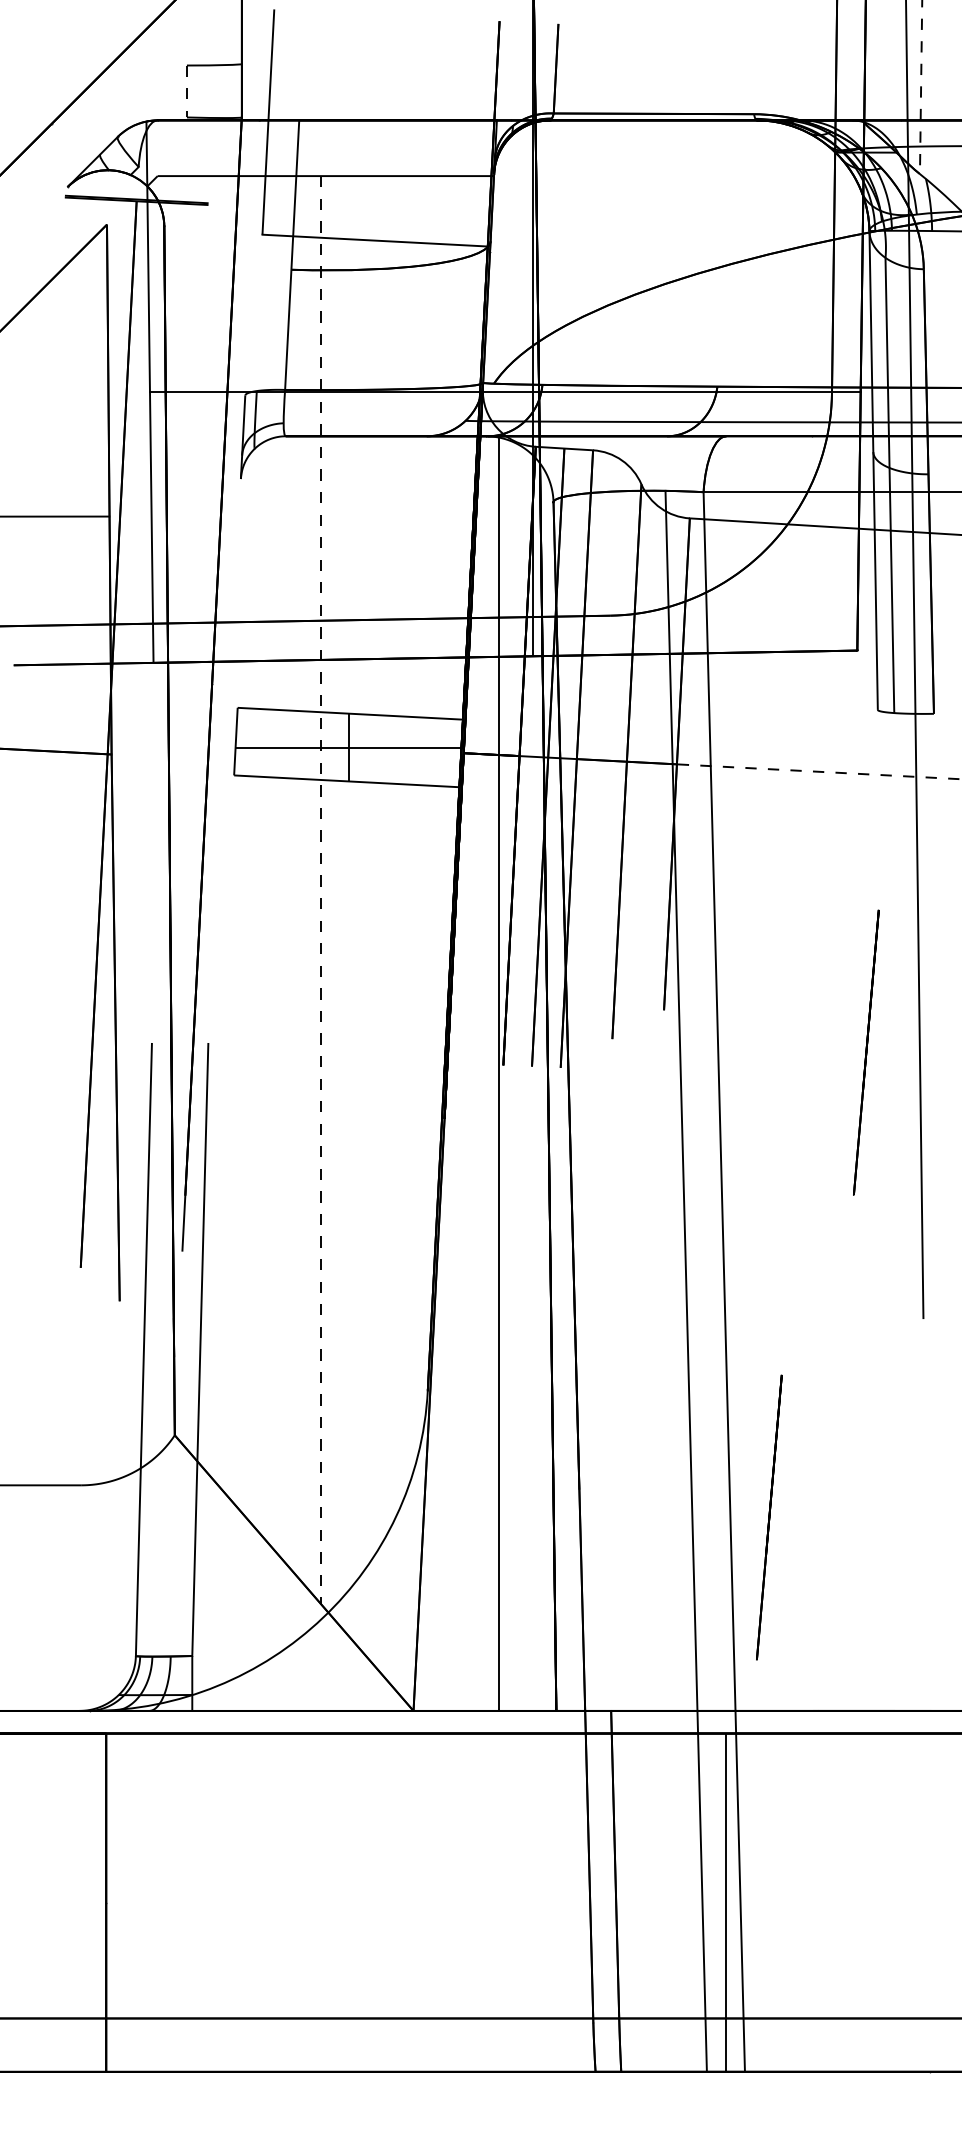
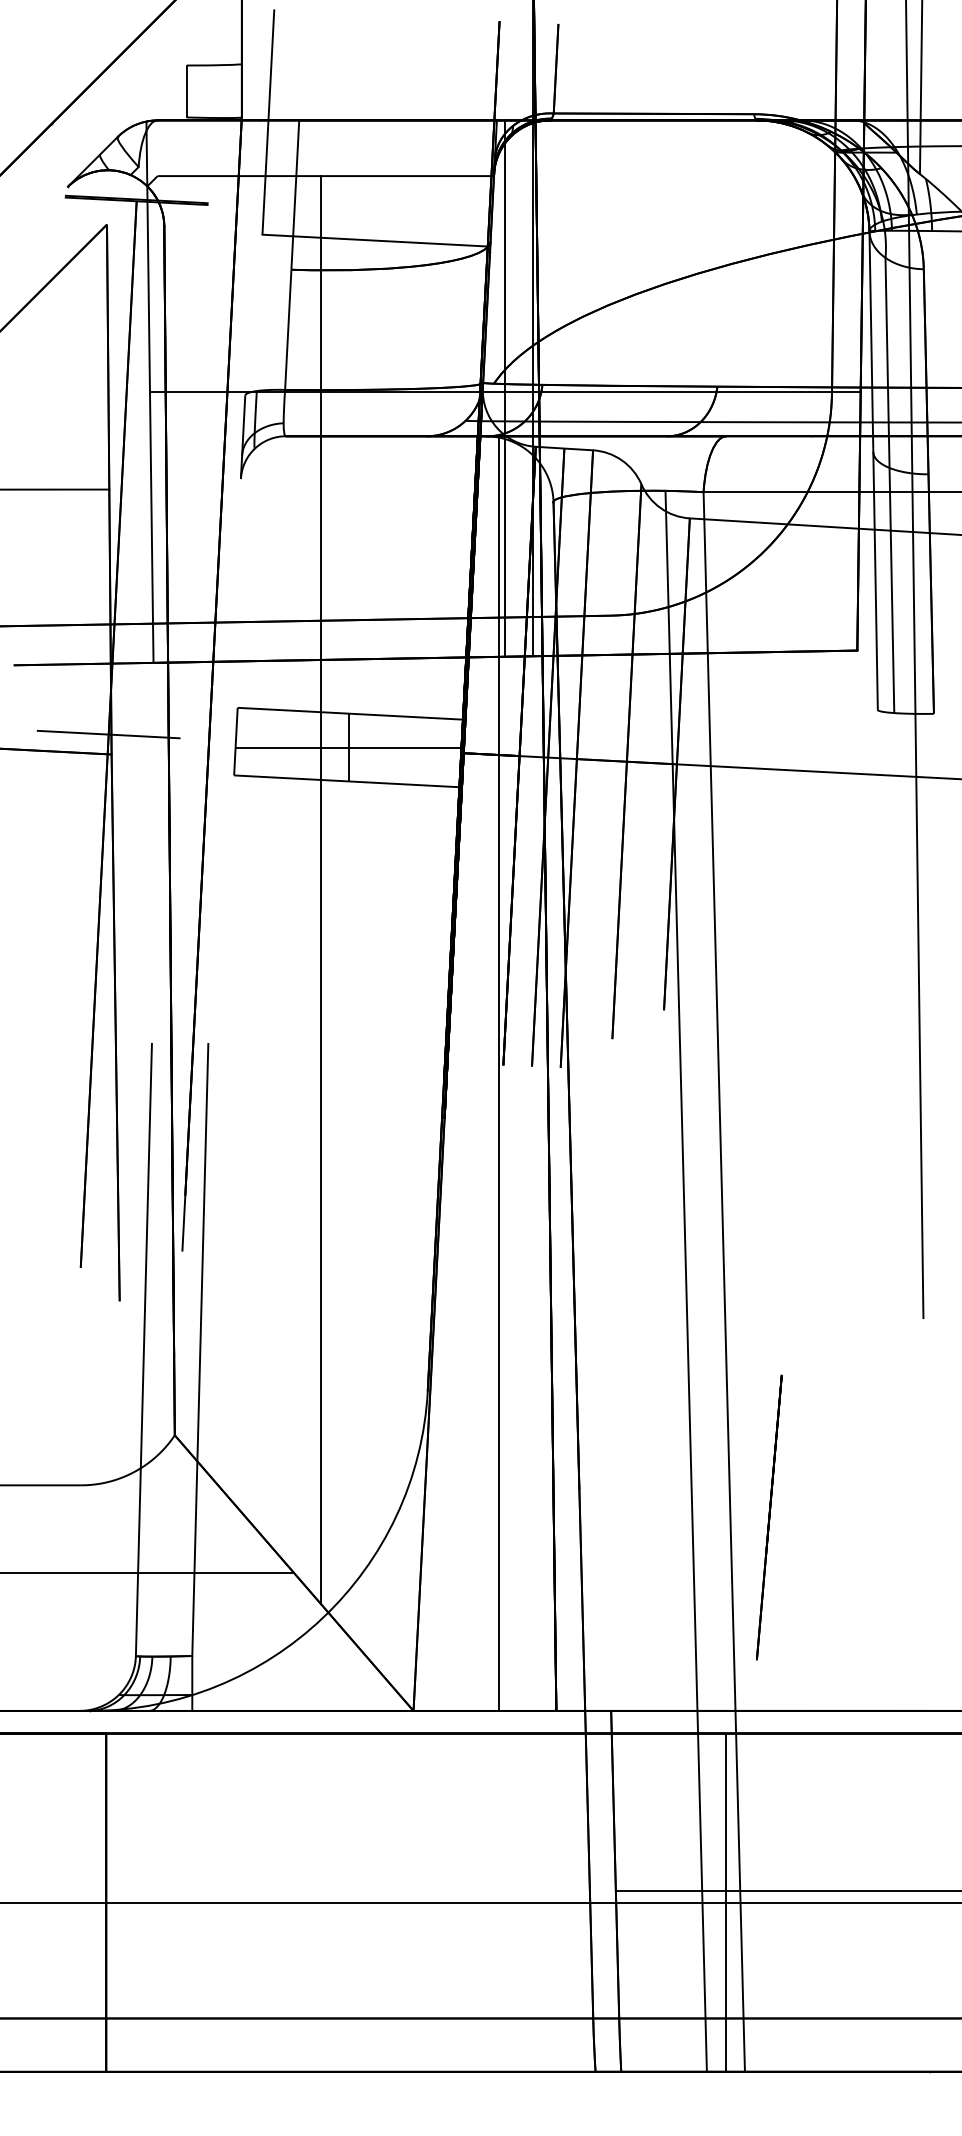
line at (921, 87): dashed -> solid
line at (186, 91): dashed -> solid
line at (505, 388): none -> present
line at (55, 516) position: (55, 516) -> (55, 489)
line at (108, 734): none -> present
line at (818, 771): dashed -> solid
line at (320, 889): dashed -> solid
line at (866, 1052): present -> none
line at (148, 1573): none -> present
line at (786, 1891): none -> present
line at (480, 1902): none -> present
